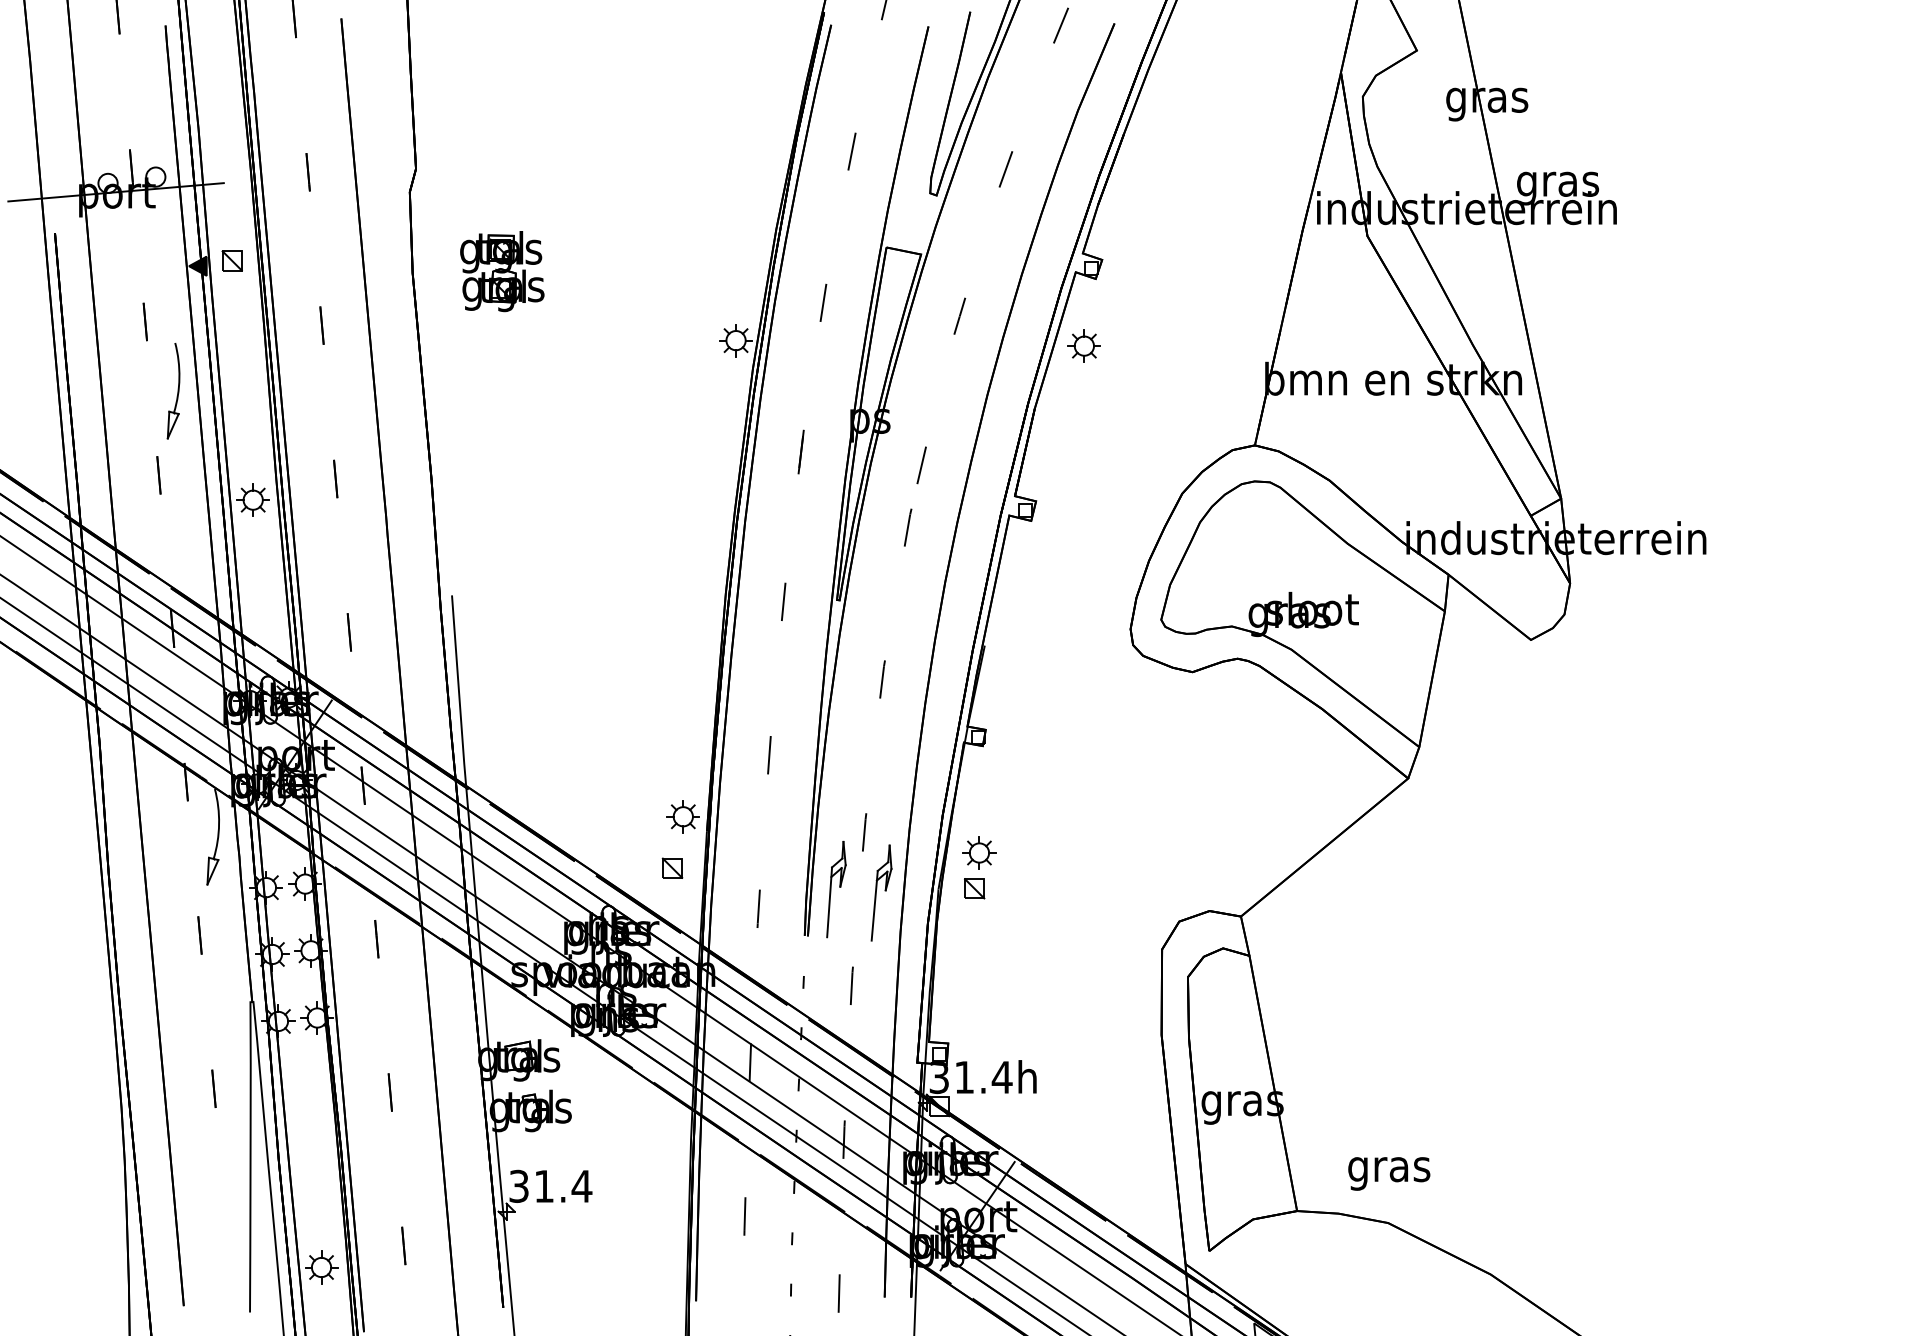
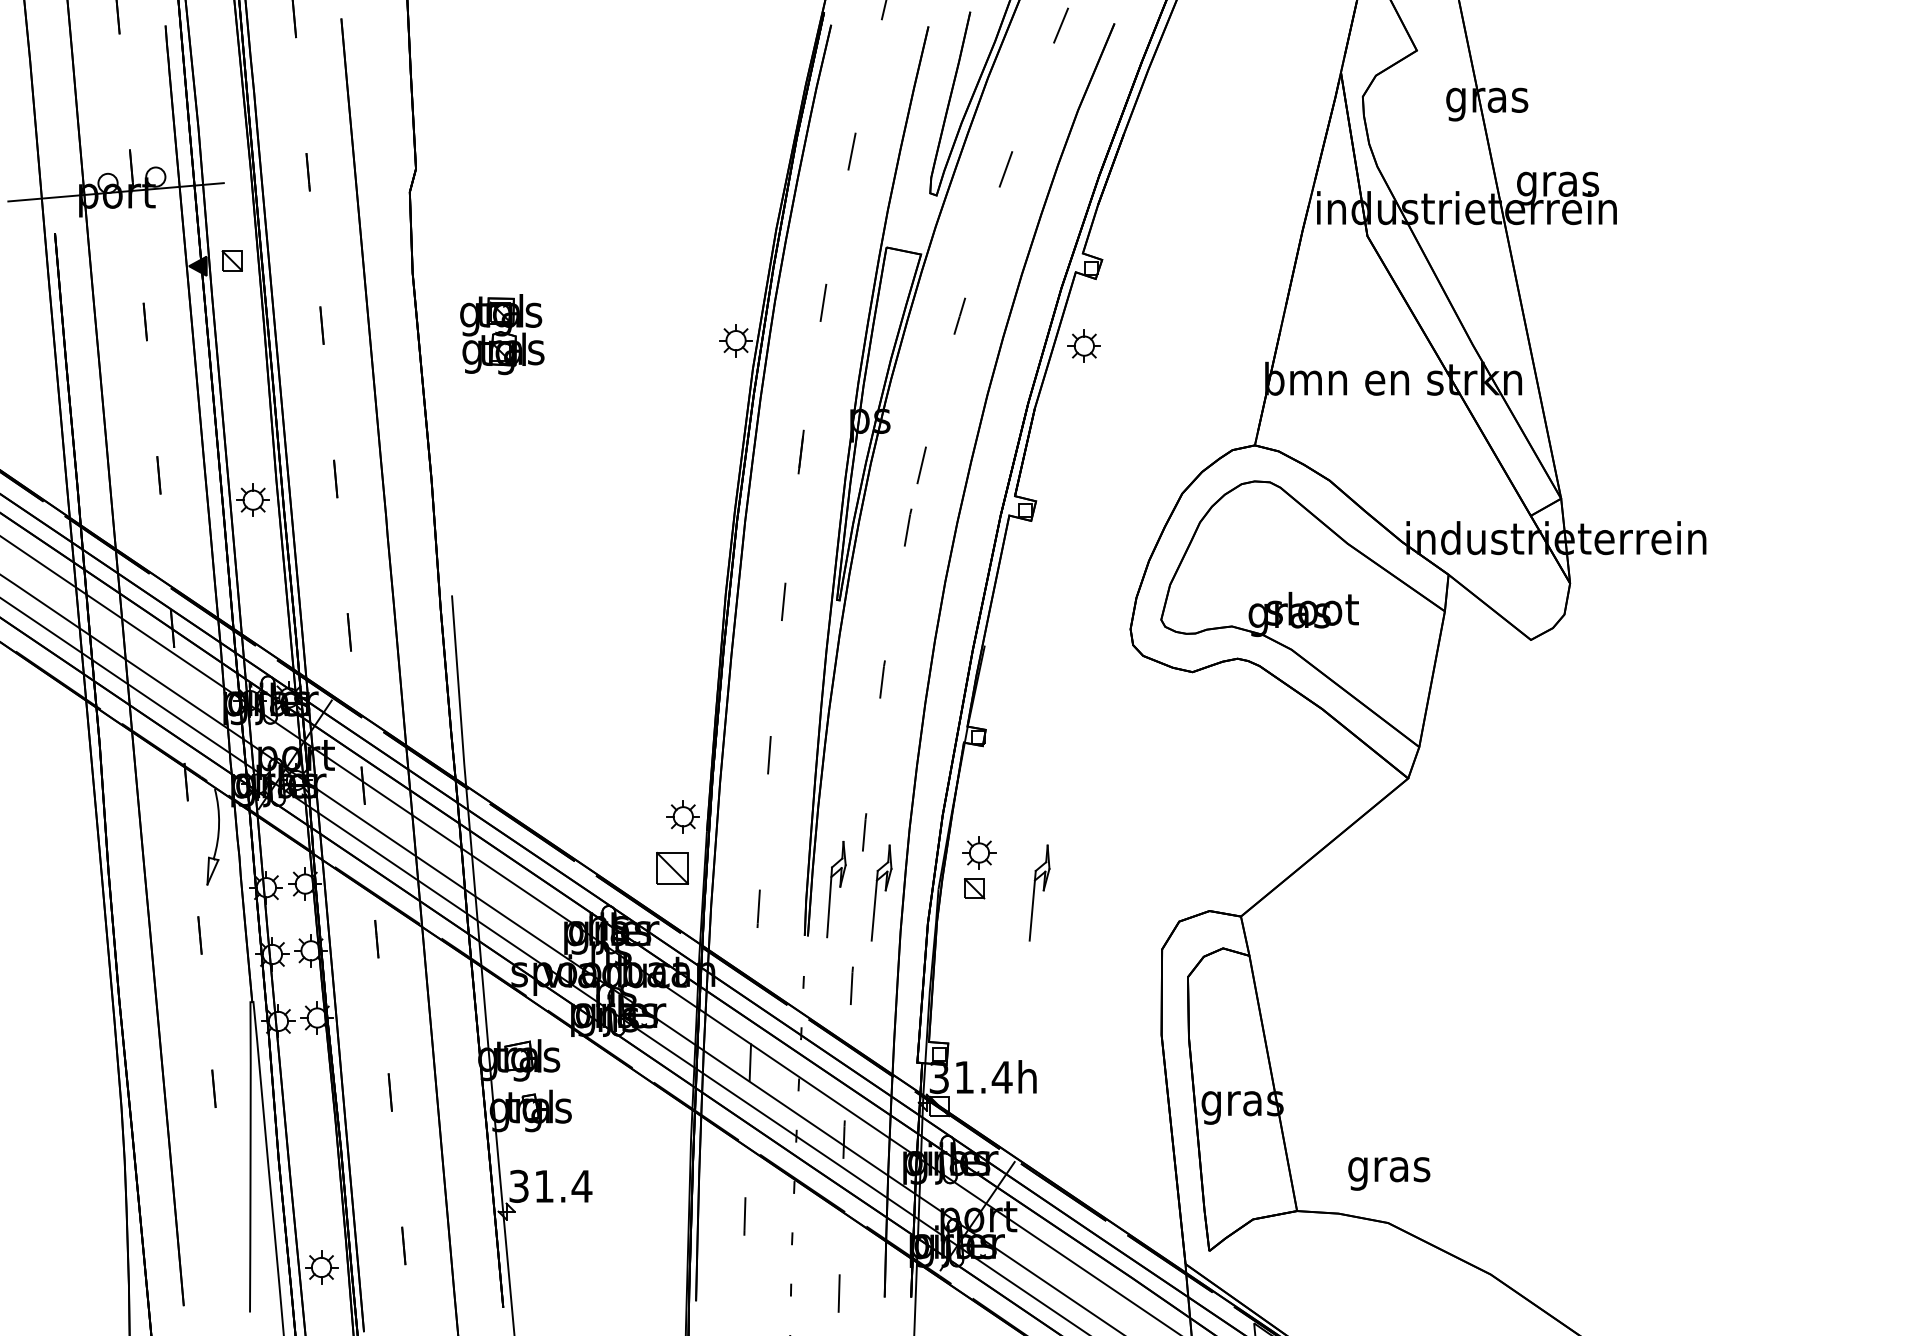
part at (502, 271) position: (502, 271) -> (502, 334)
part at (173, 391): present -> none
part at (672, 867) size: 23x22 px -> 33x33 px
part at (1039, 892): none -> present
